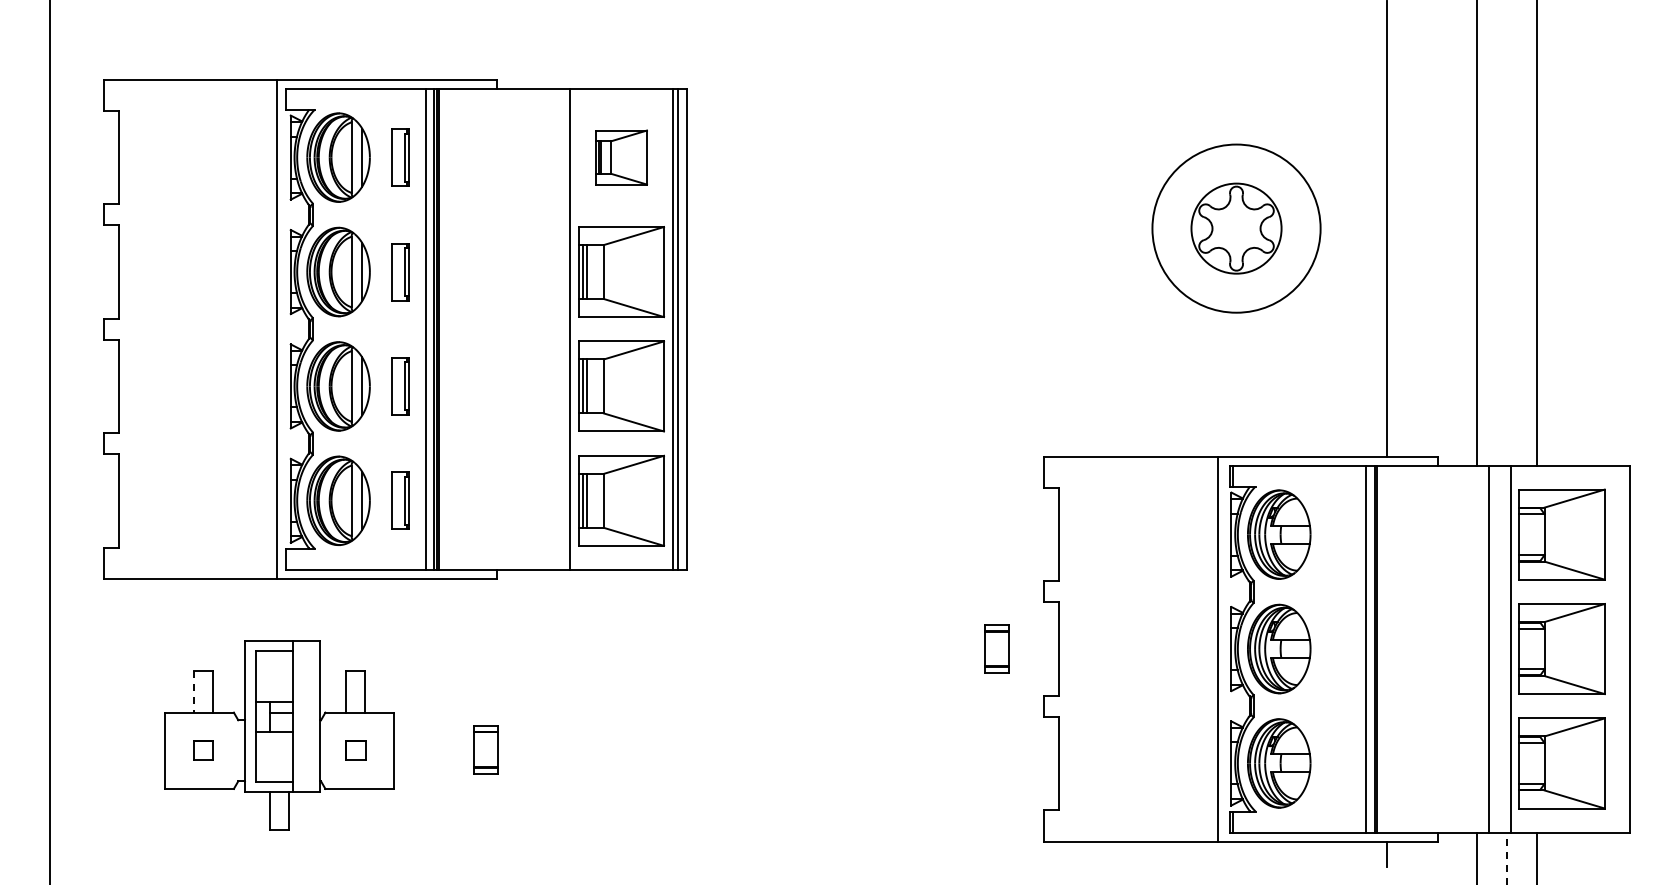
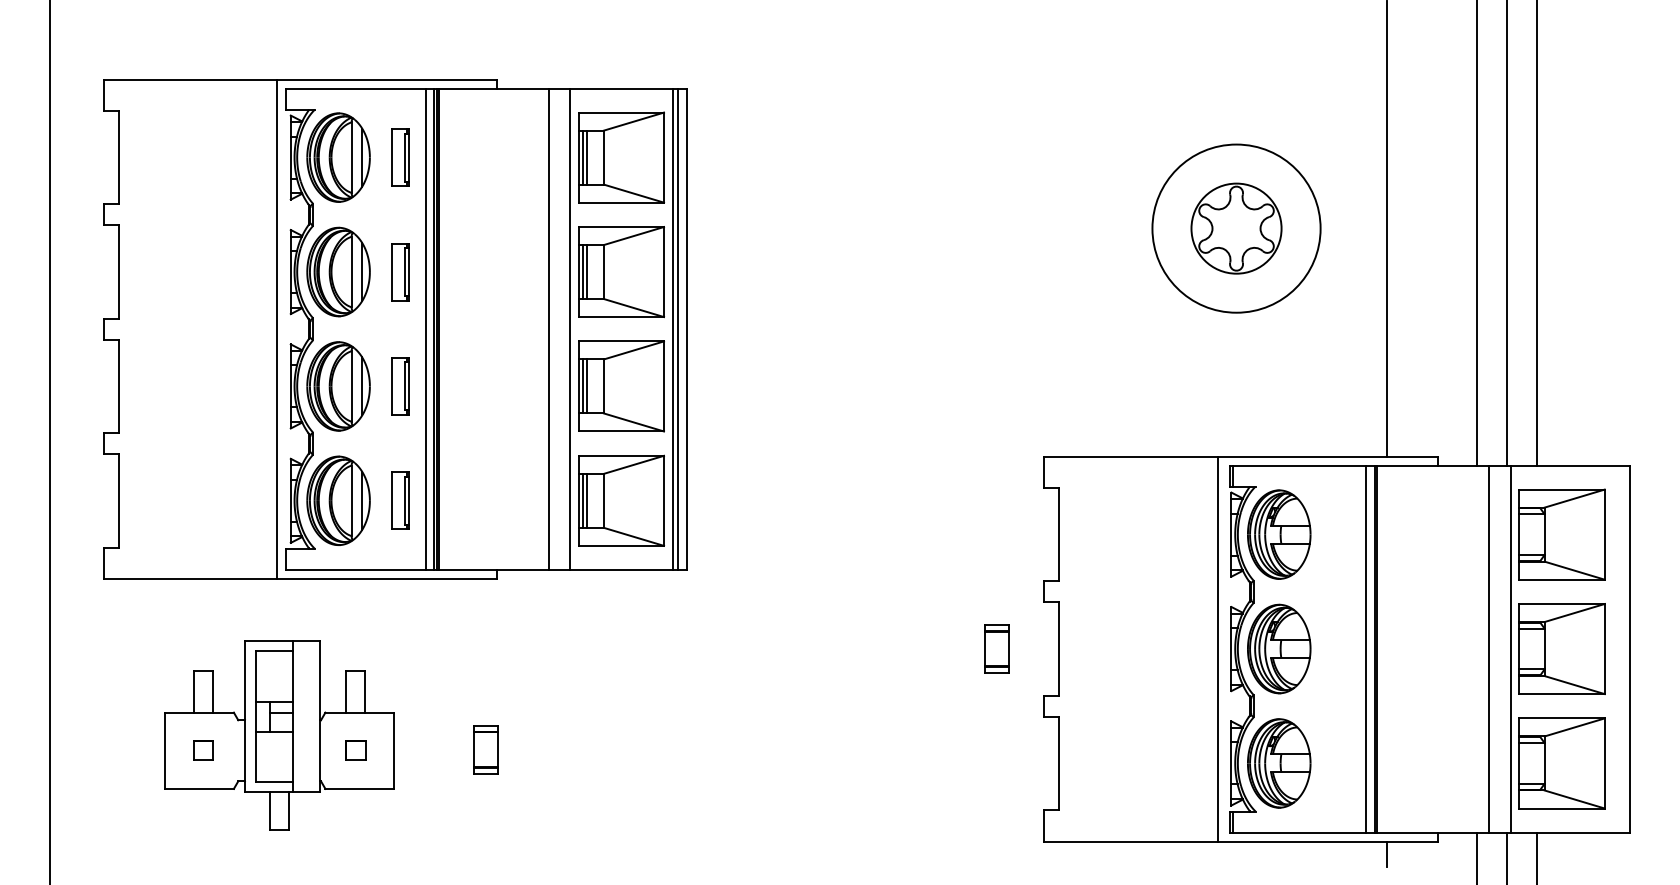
part at (621, 157) size: 53x57 px -> 87x93 px
line at (1506, 233): none -> present
line at (548, 328): none -> present
line at (193, 692): dashed -> solid
line at (1506, 858): dashed -> solid
